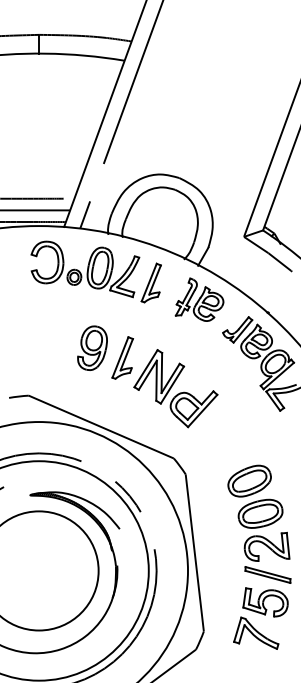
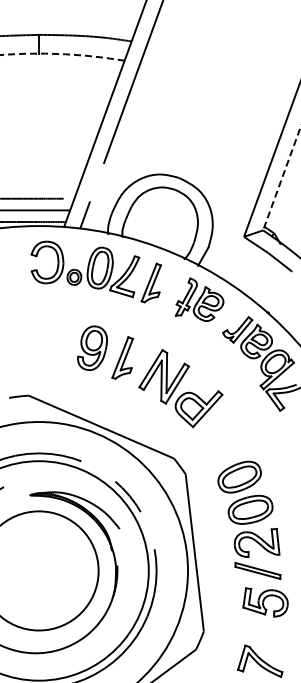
arc at (62, 54): solid -> dashed
line at (281, 178): solid -> dashed
part at (175, 388) position: (175, 388) -> (180, 388)
part at (259, 523) position: (259, 523) -> (249, 519)
part at (256, 632) position: (256, 632) -> (260, 660)
